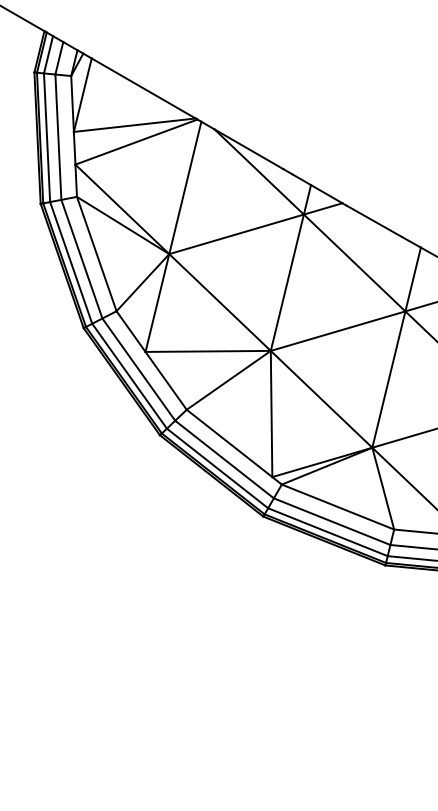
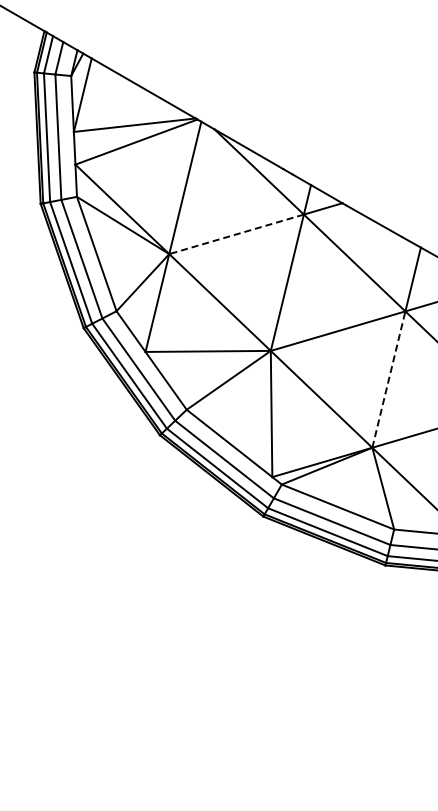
line at (236, 234): solid -> dashed
line at (389, 379): solid -> dashed
